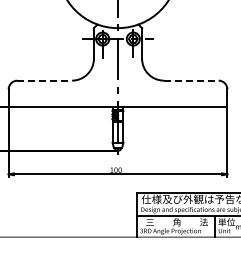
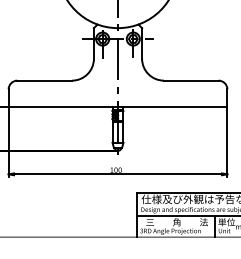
line at (45, 80): dashed -> solid
line at (191, 80): dashed -> solid
